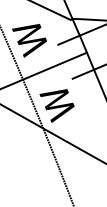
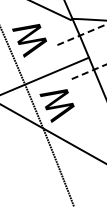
line at (82, 34): solid -> dashed
line at (44, 70) position: (44, 70) -> (45, 75)
line at (89, 71): solid -> dashed
